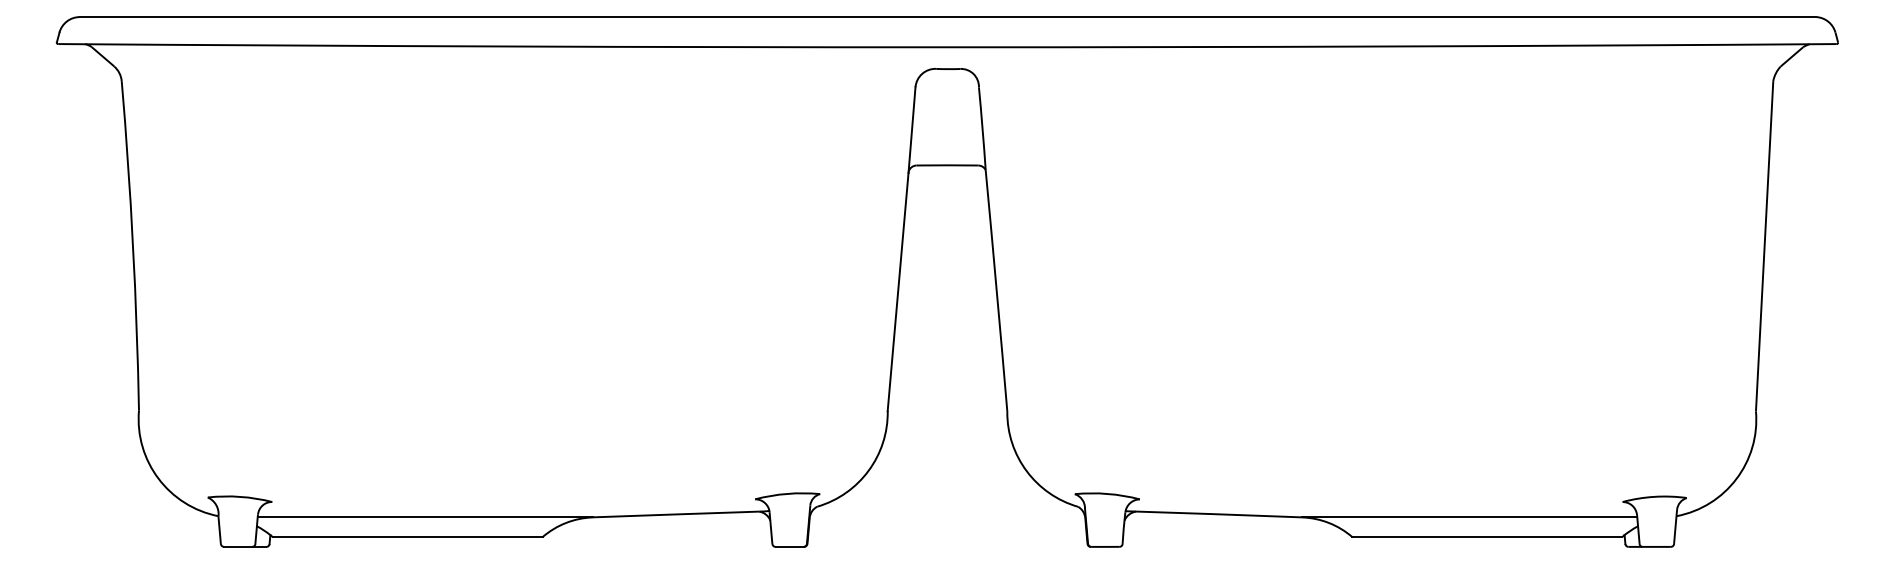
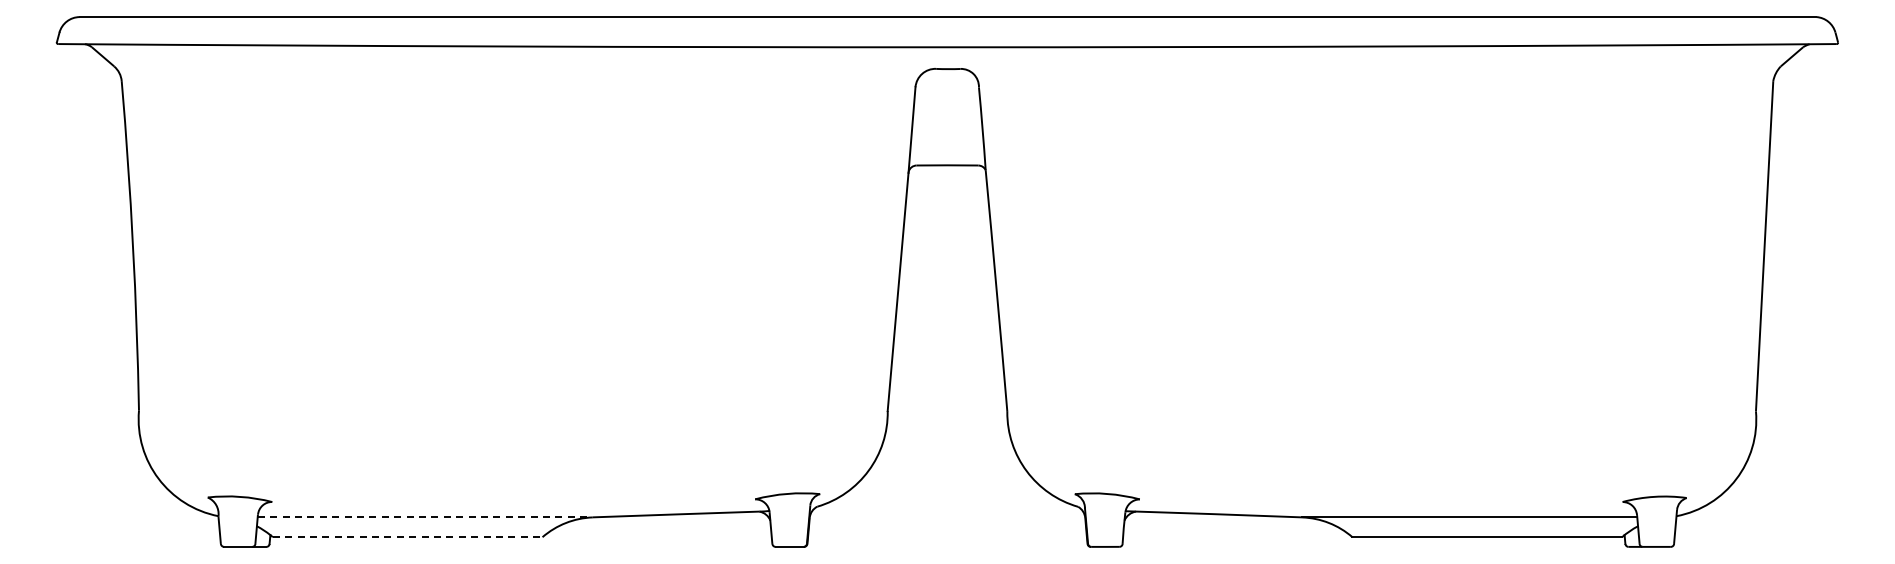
line at (425, 517): solid -> dashed
line at (407, 537): solid -> dashed
